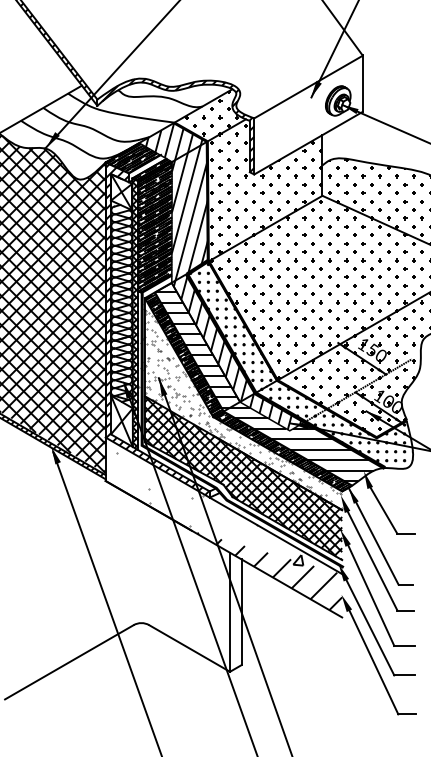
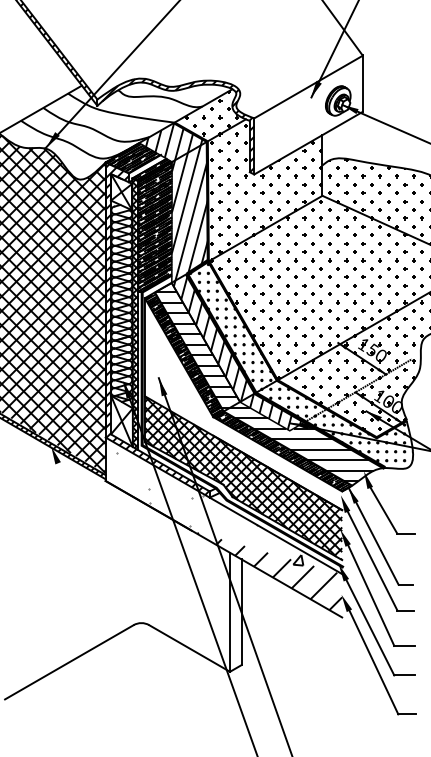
hatch at (240, 399): present -> none
line at (106, 602): present -> none
